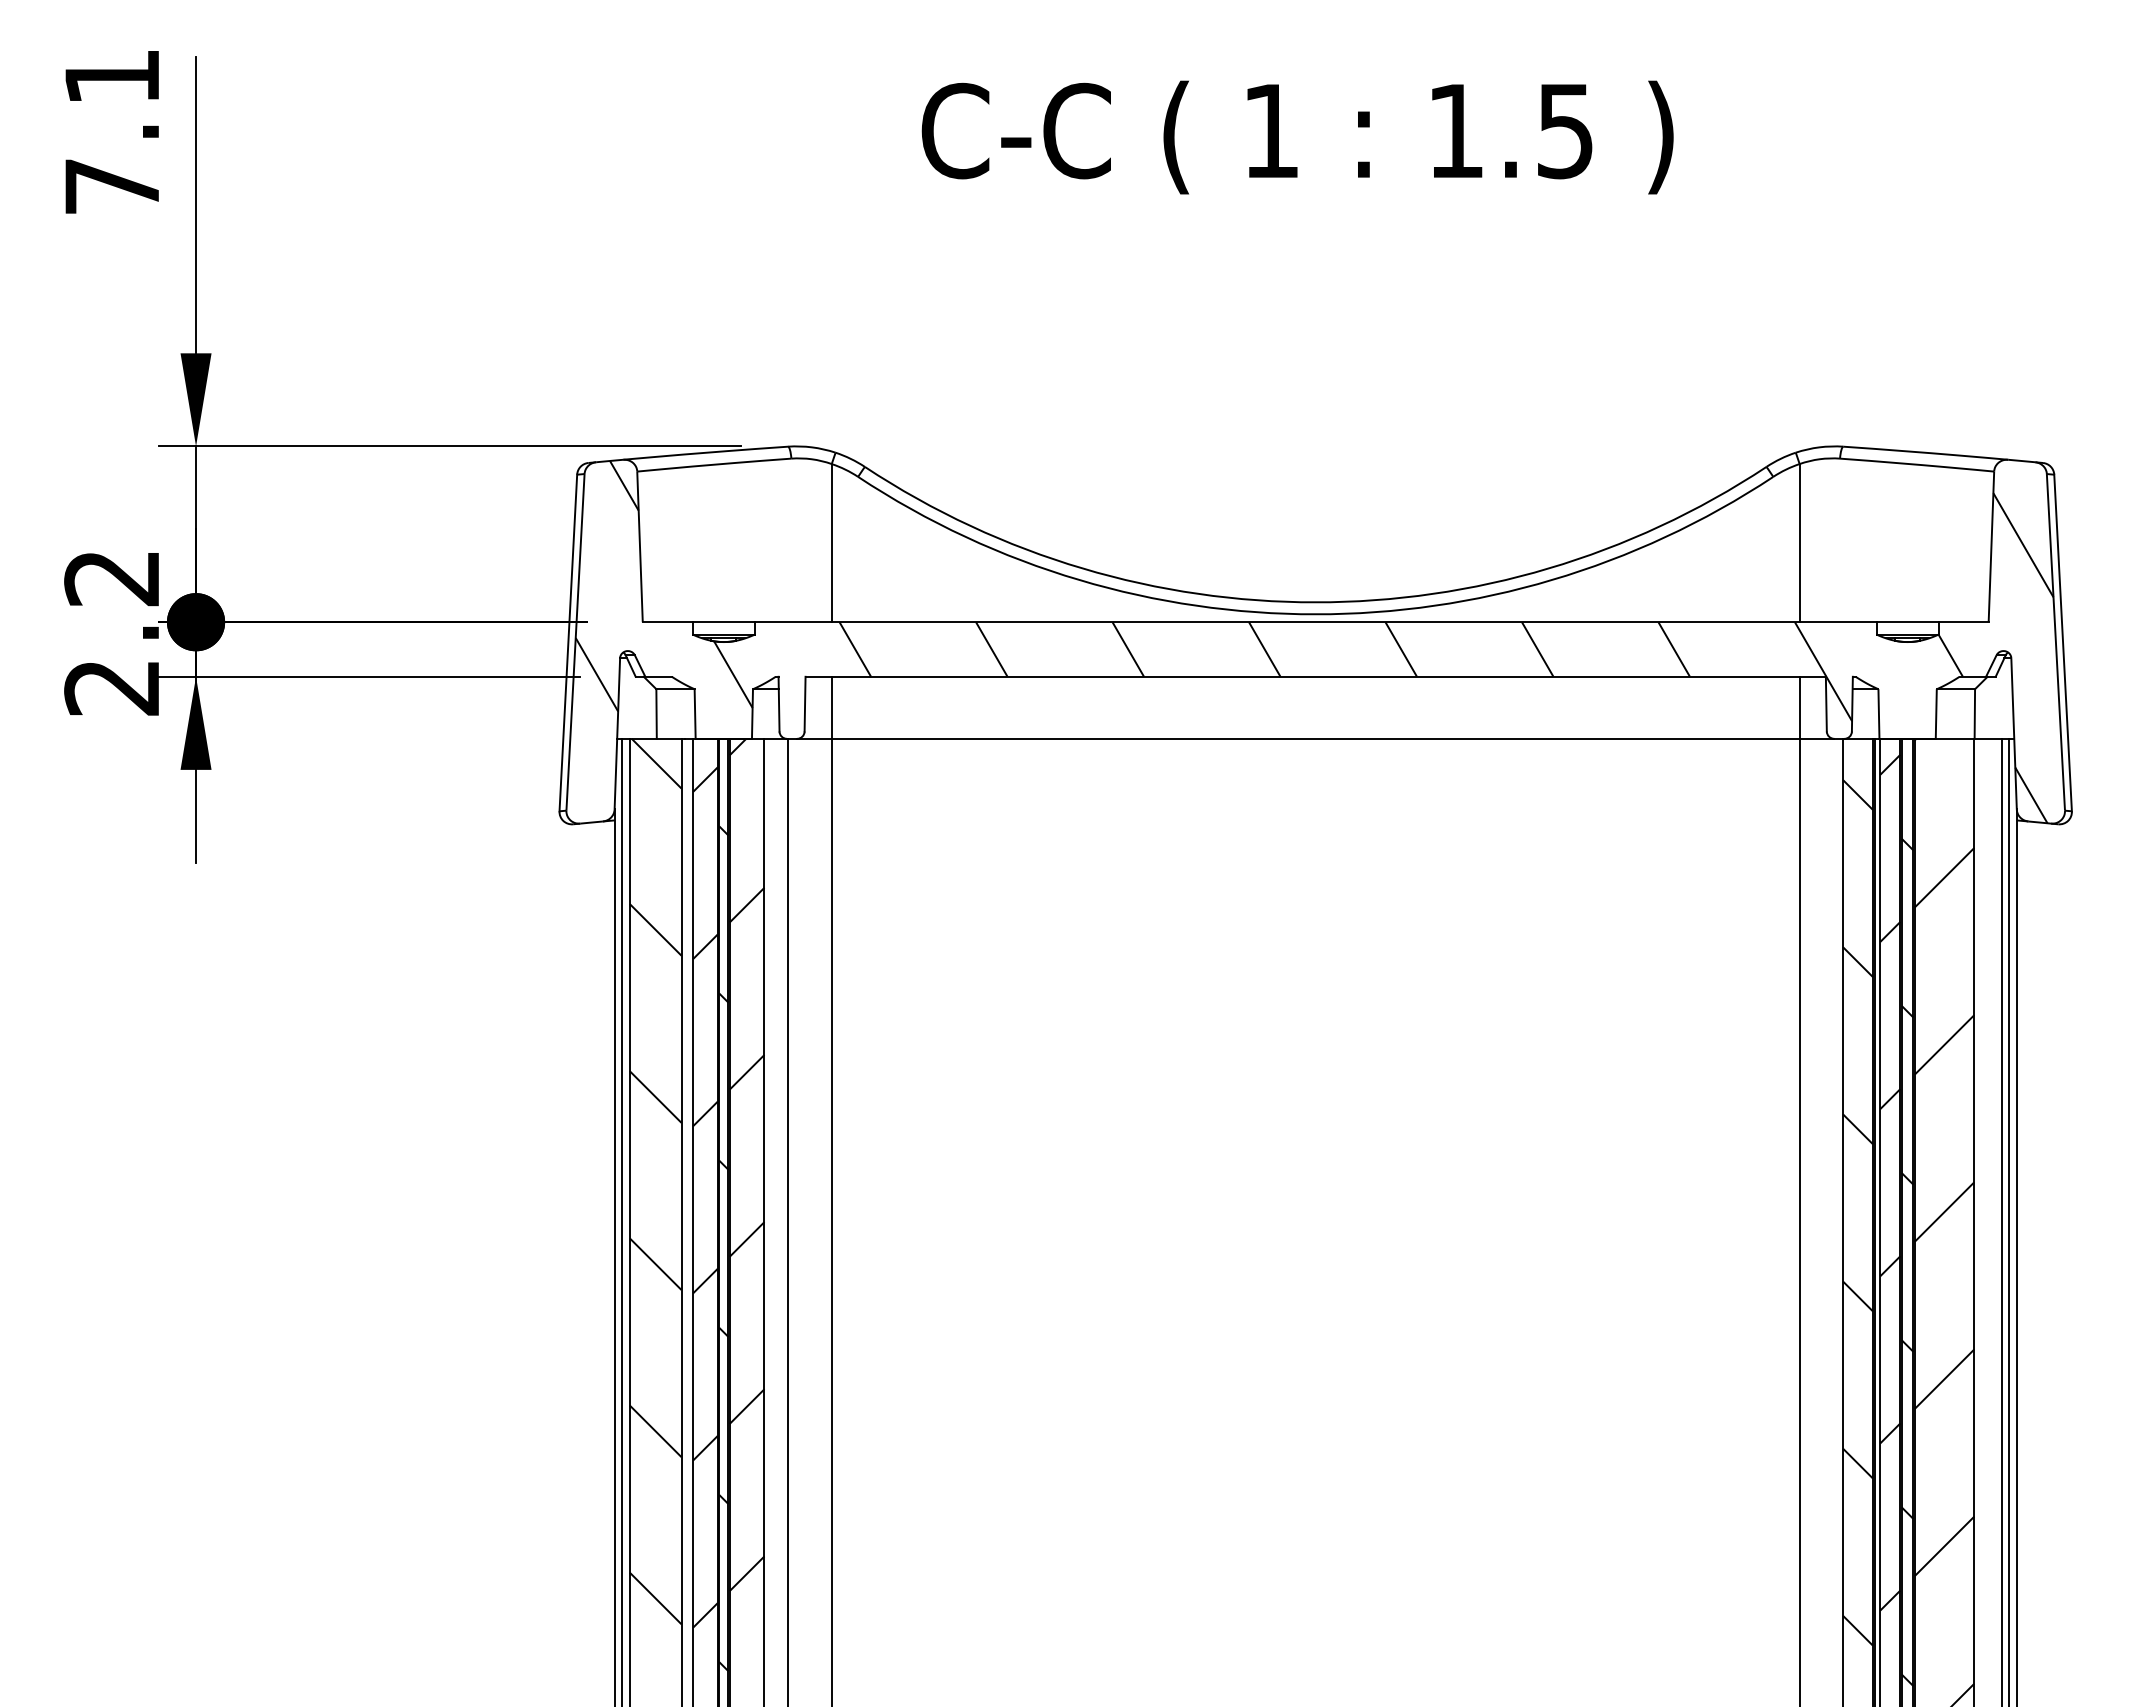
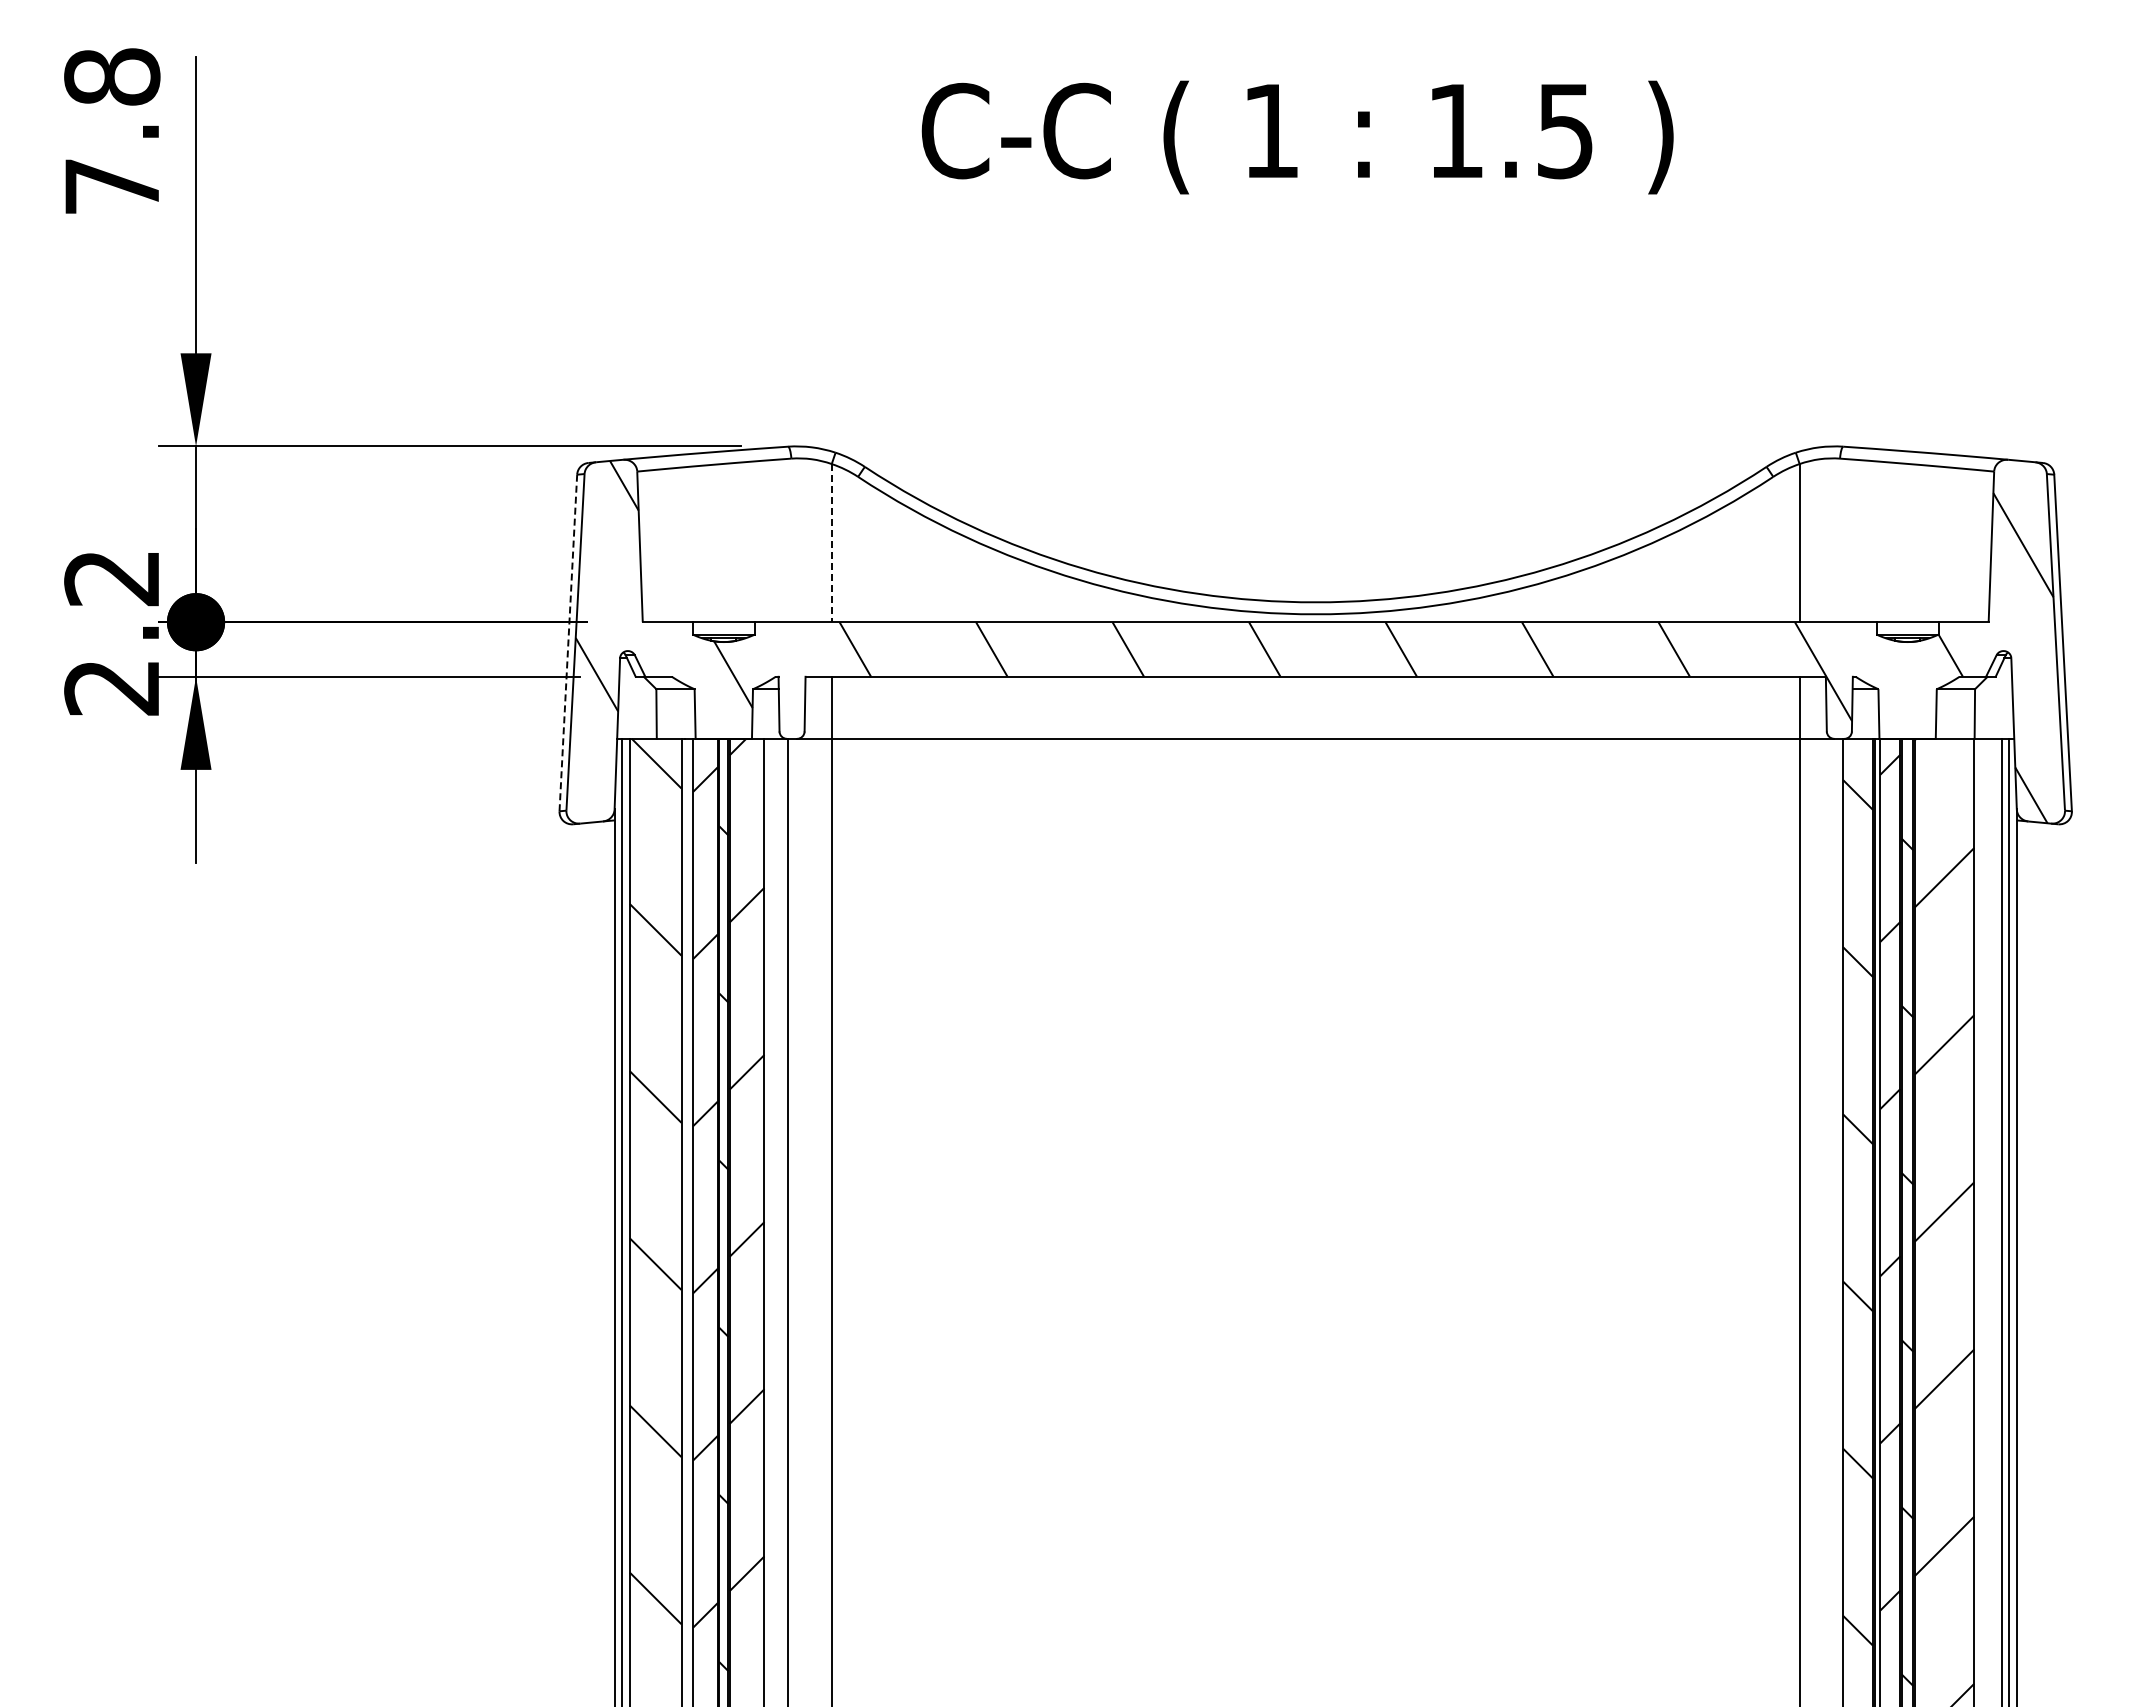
text at (112, 76): 7.1 -> 7.8
line at (831, 543): solid -> dashed
line at (568, 643): solid -> dashed
